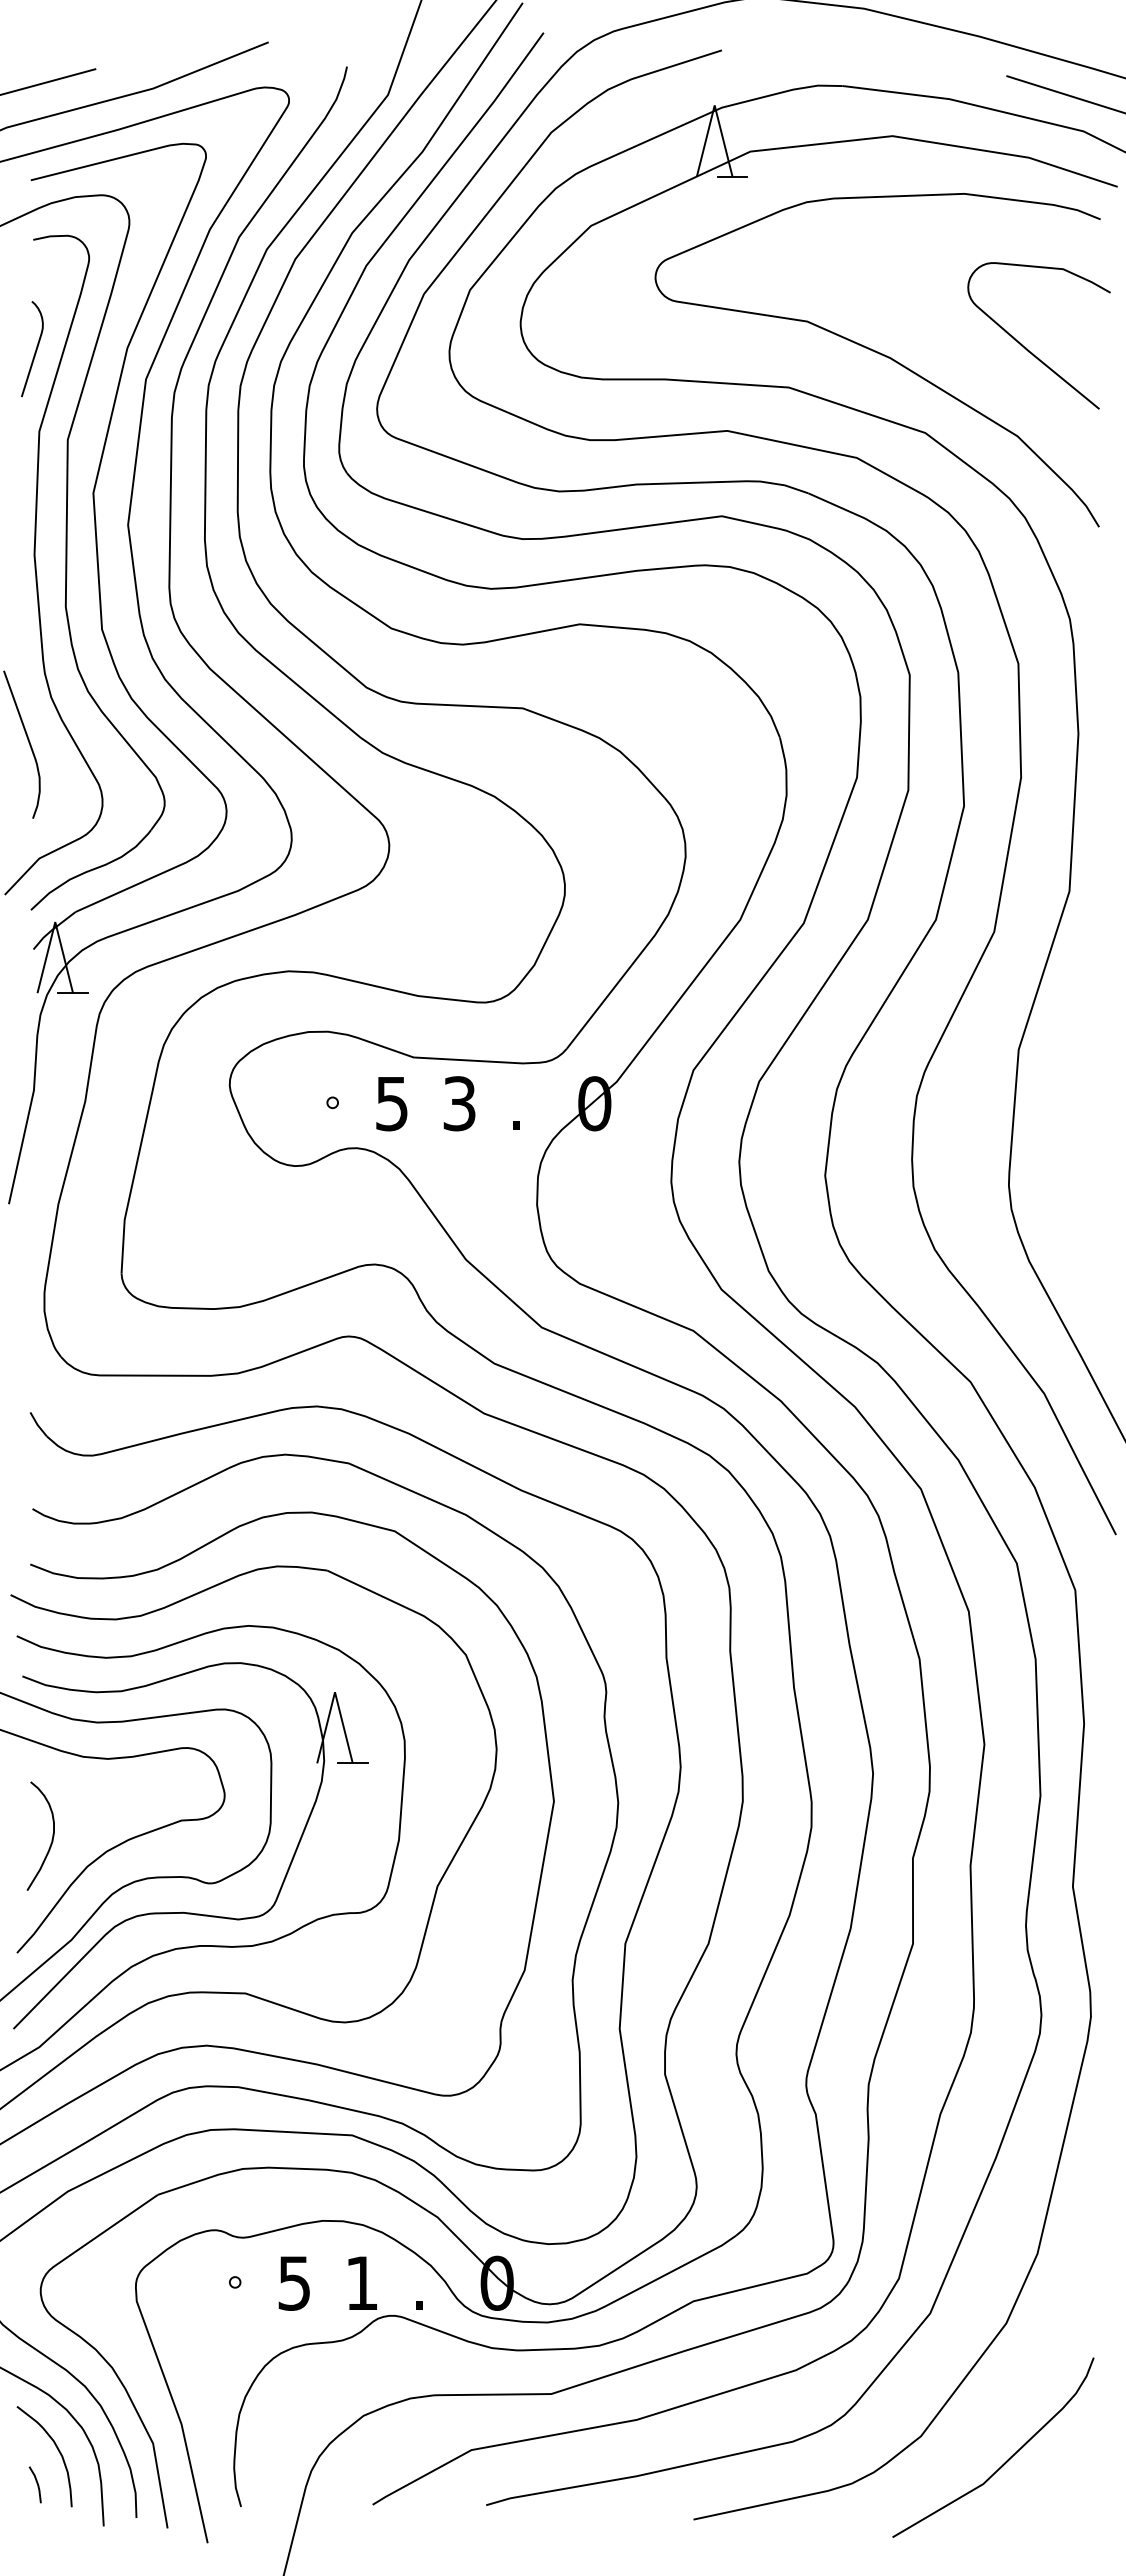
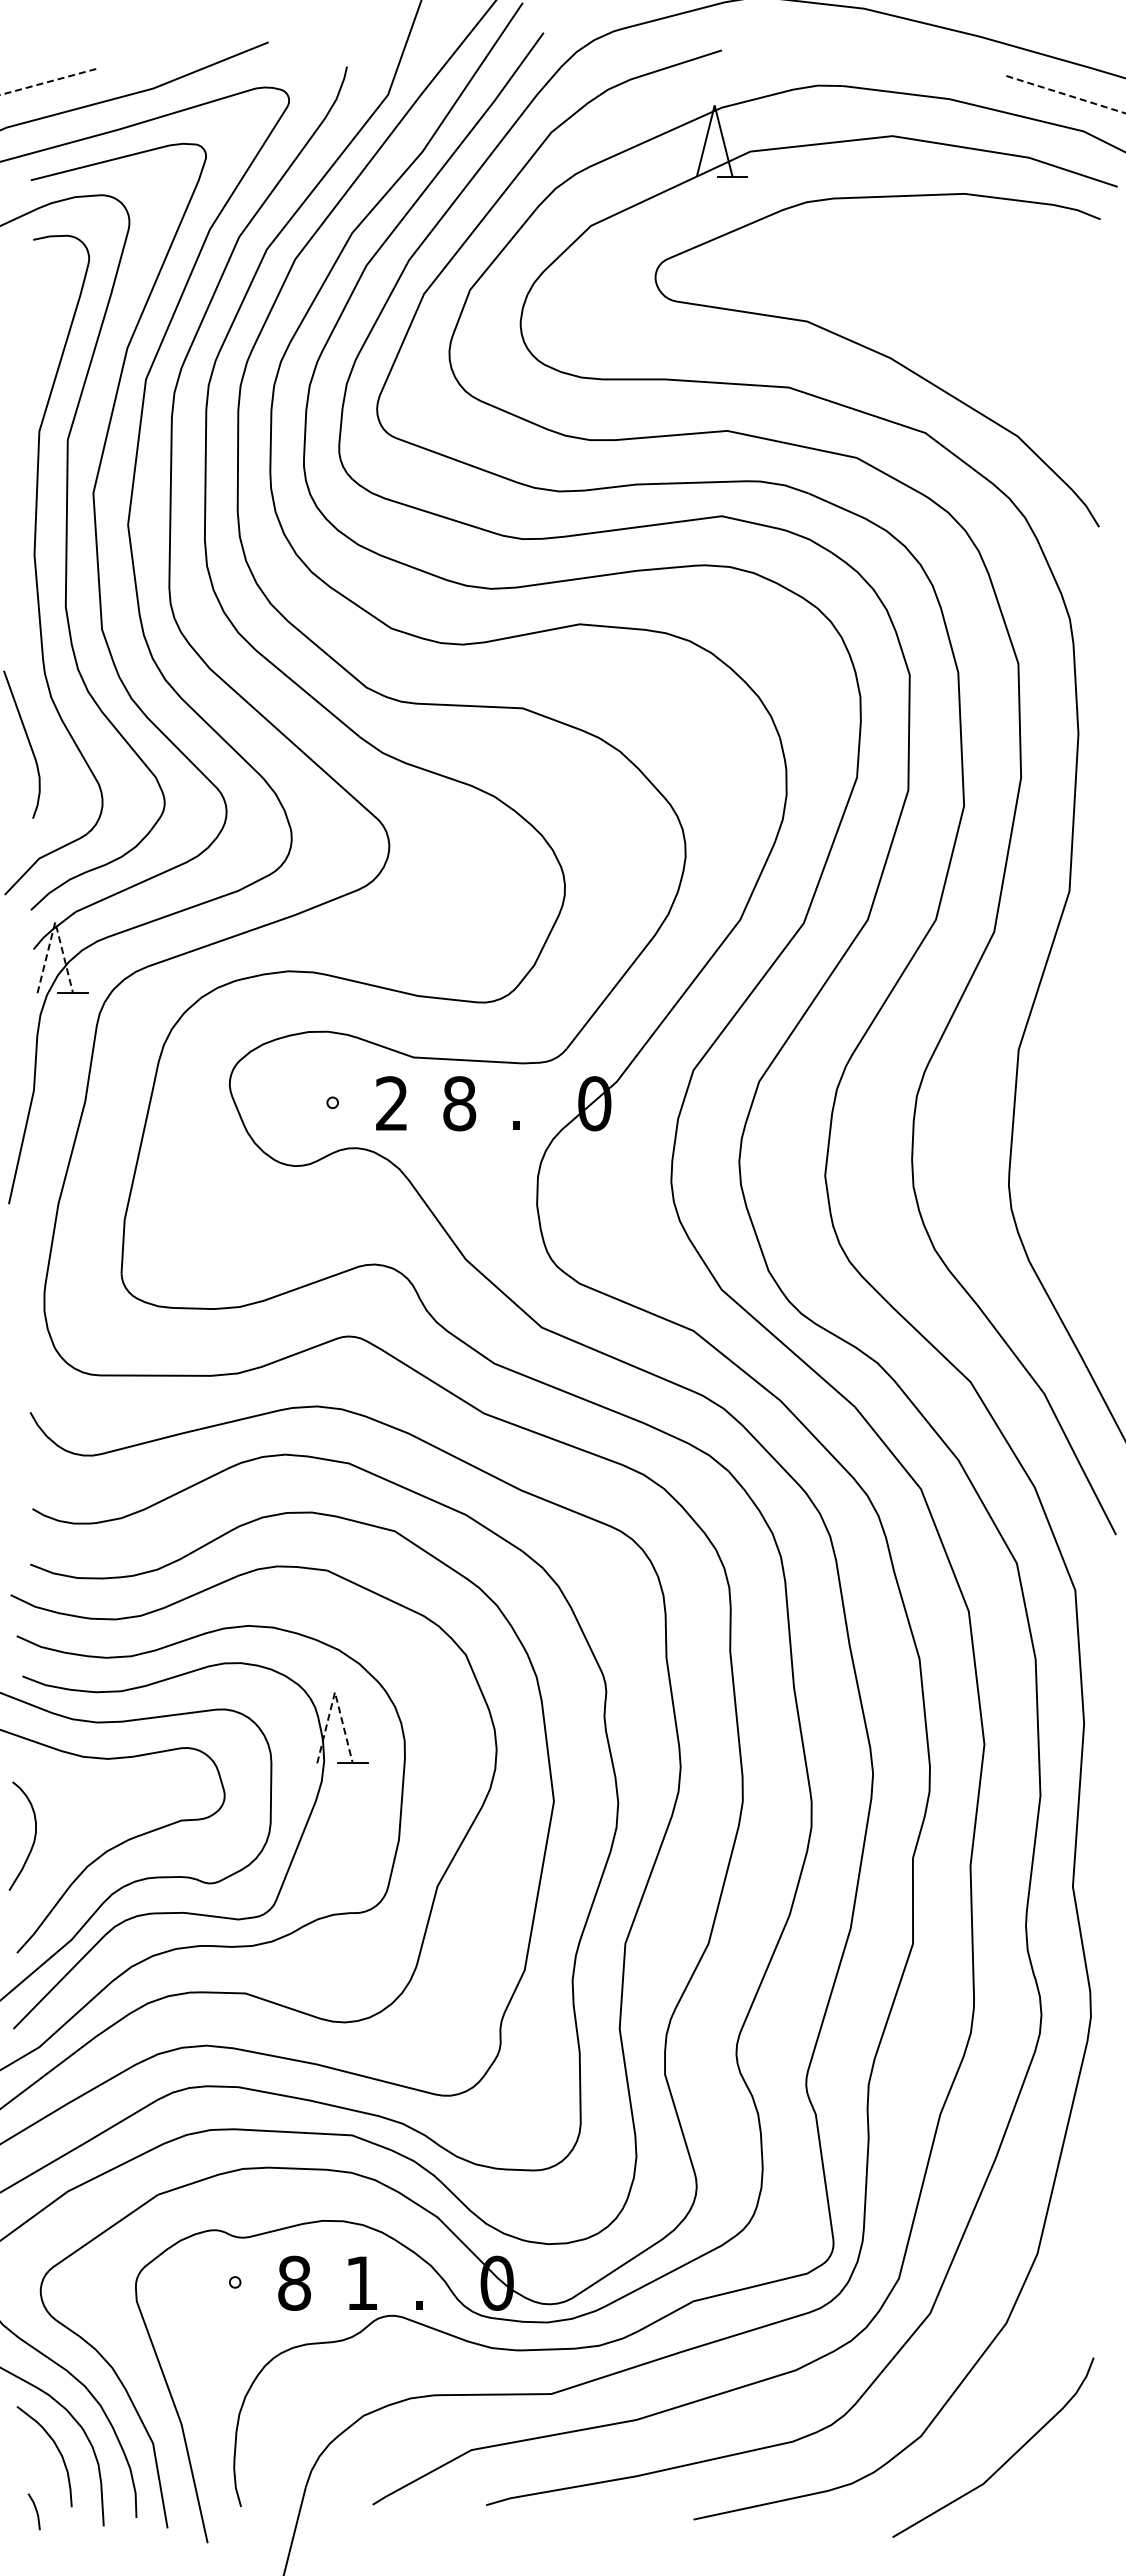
line at (48, 82): solid -> dashed
line at (1066, 94): solid -> dashed
curve at (1026, 347): present -> none
curve at (35, 349): present -> none
line at (55, 922): solid -> dashed
text at (391, 1103): 5 -> 2
text at (459, 1103): 3 -> 8
line at (335, 1692): solid -> dashed
curve at (51, 1839) position: (51, 1839) -> (33, 1839)
text at (294, 2282): 5 -> 8
line at (36, 2483) position: (36, 2483) -> (35, 2510)
